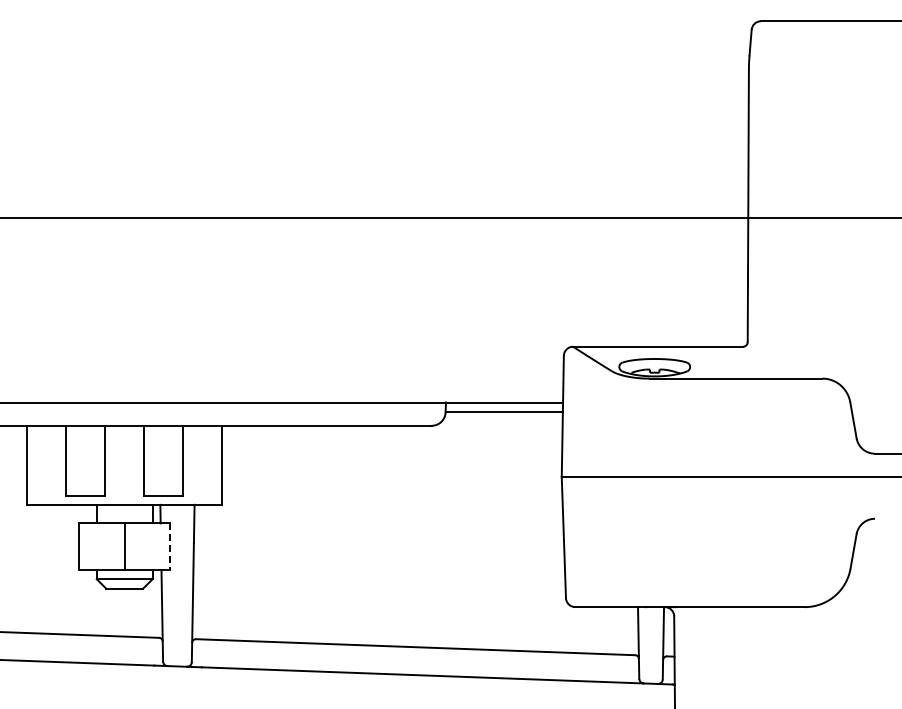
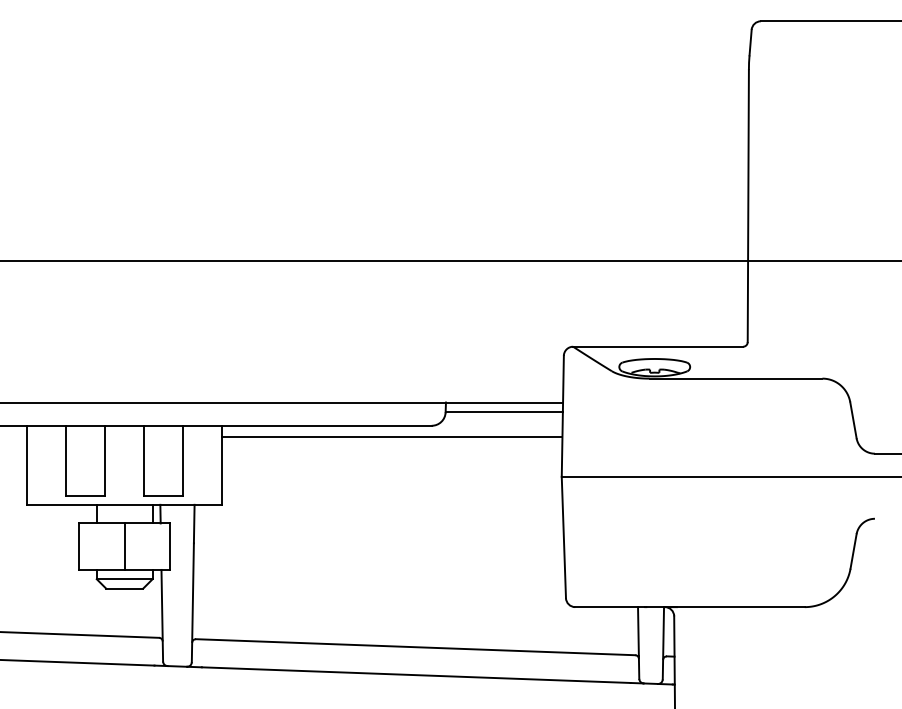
line at (450, 218) position: (450, 218) -> (450, 261)
line at (392, 437): none -> present
line at (170, 547): dashed -> solid
